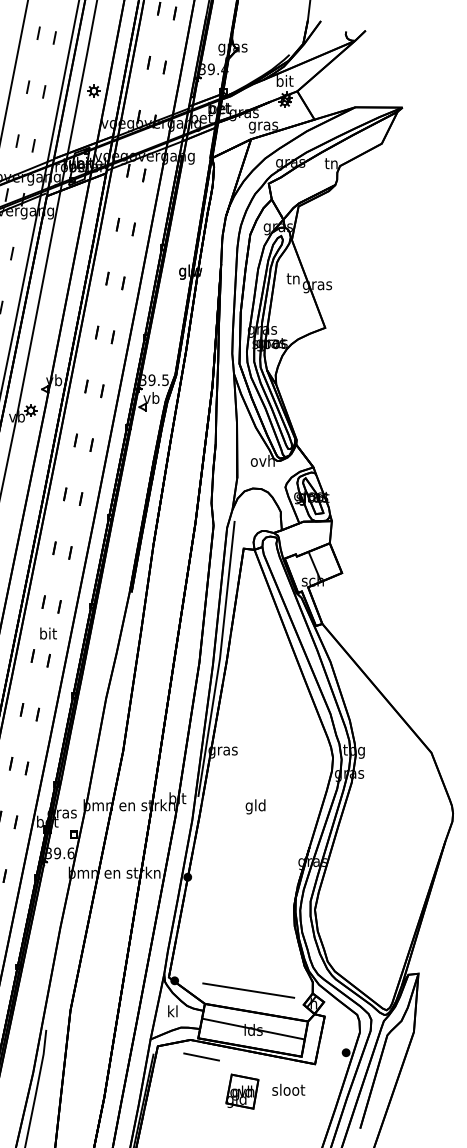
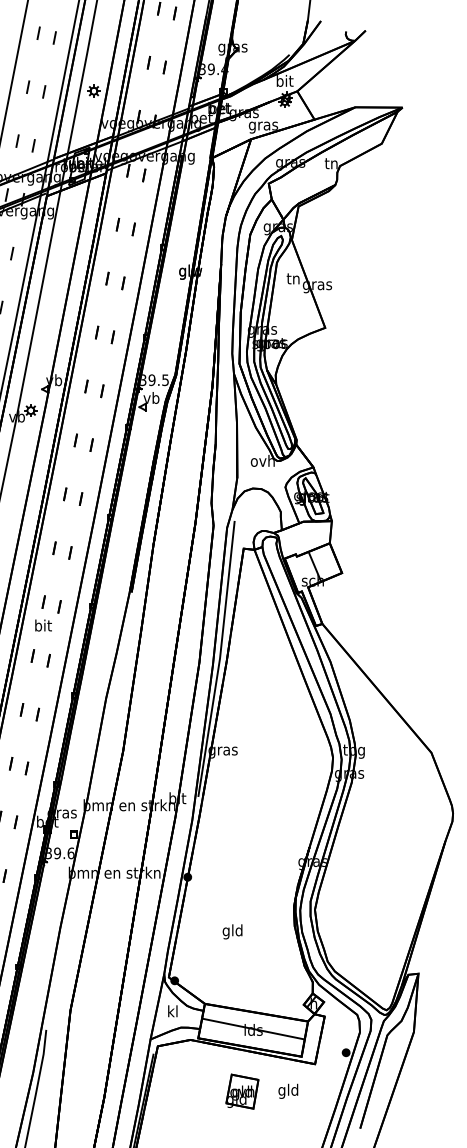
text at (48, 633) position: (48, 633) -> (43, 625)
text at (255, 806) position: (255, 806) -> (232, 931)
line at (248, 990): present -> none
line at (201, 1056): present -> none
text at (288, 1090): sloot -> gld
